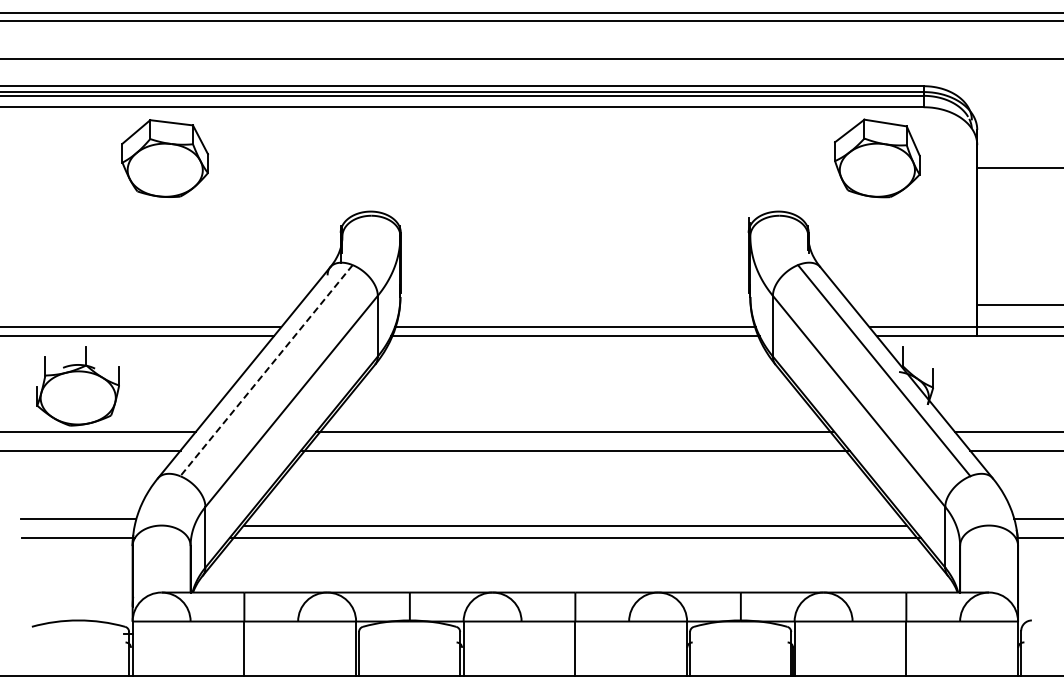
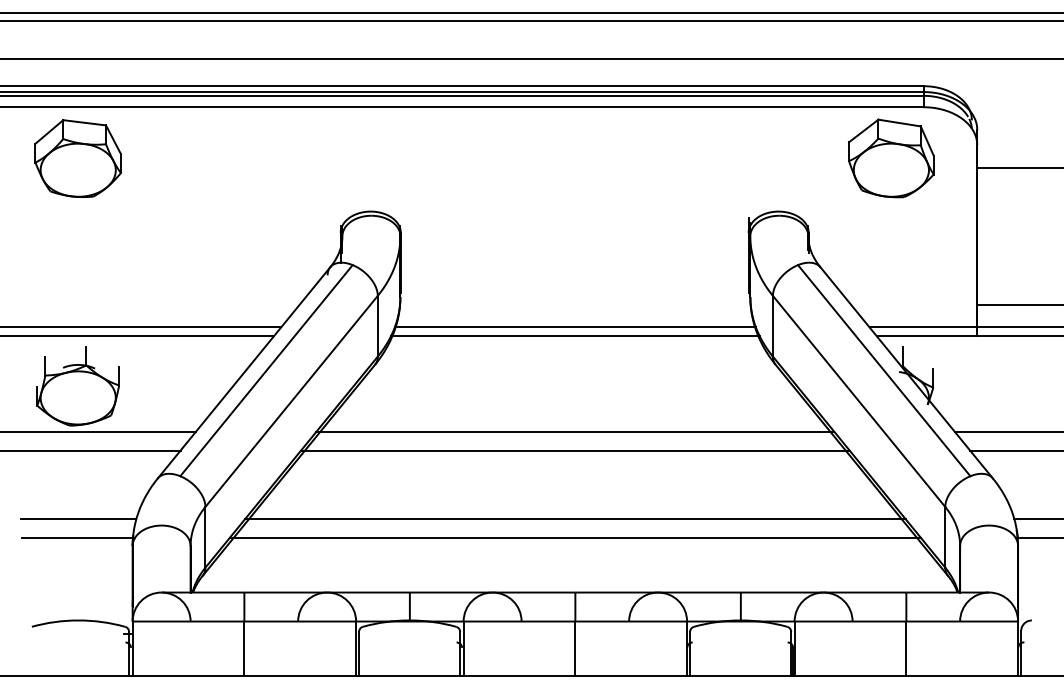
part at (164, 158) position: (164, 158) -> (77, 158)
part at (877, 158) position: (877, 158) -> (891, 158)
line at (266, 371): dashed -> solid
line at (574, 526) position: (574, 526) -> (574, 519)
